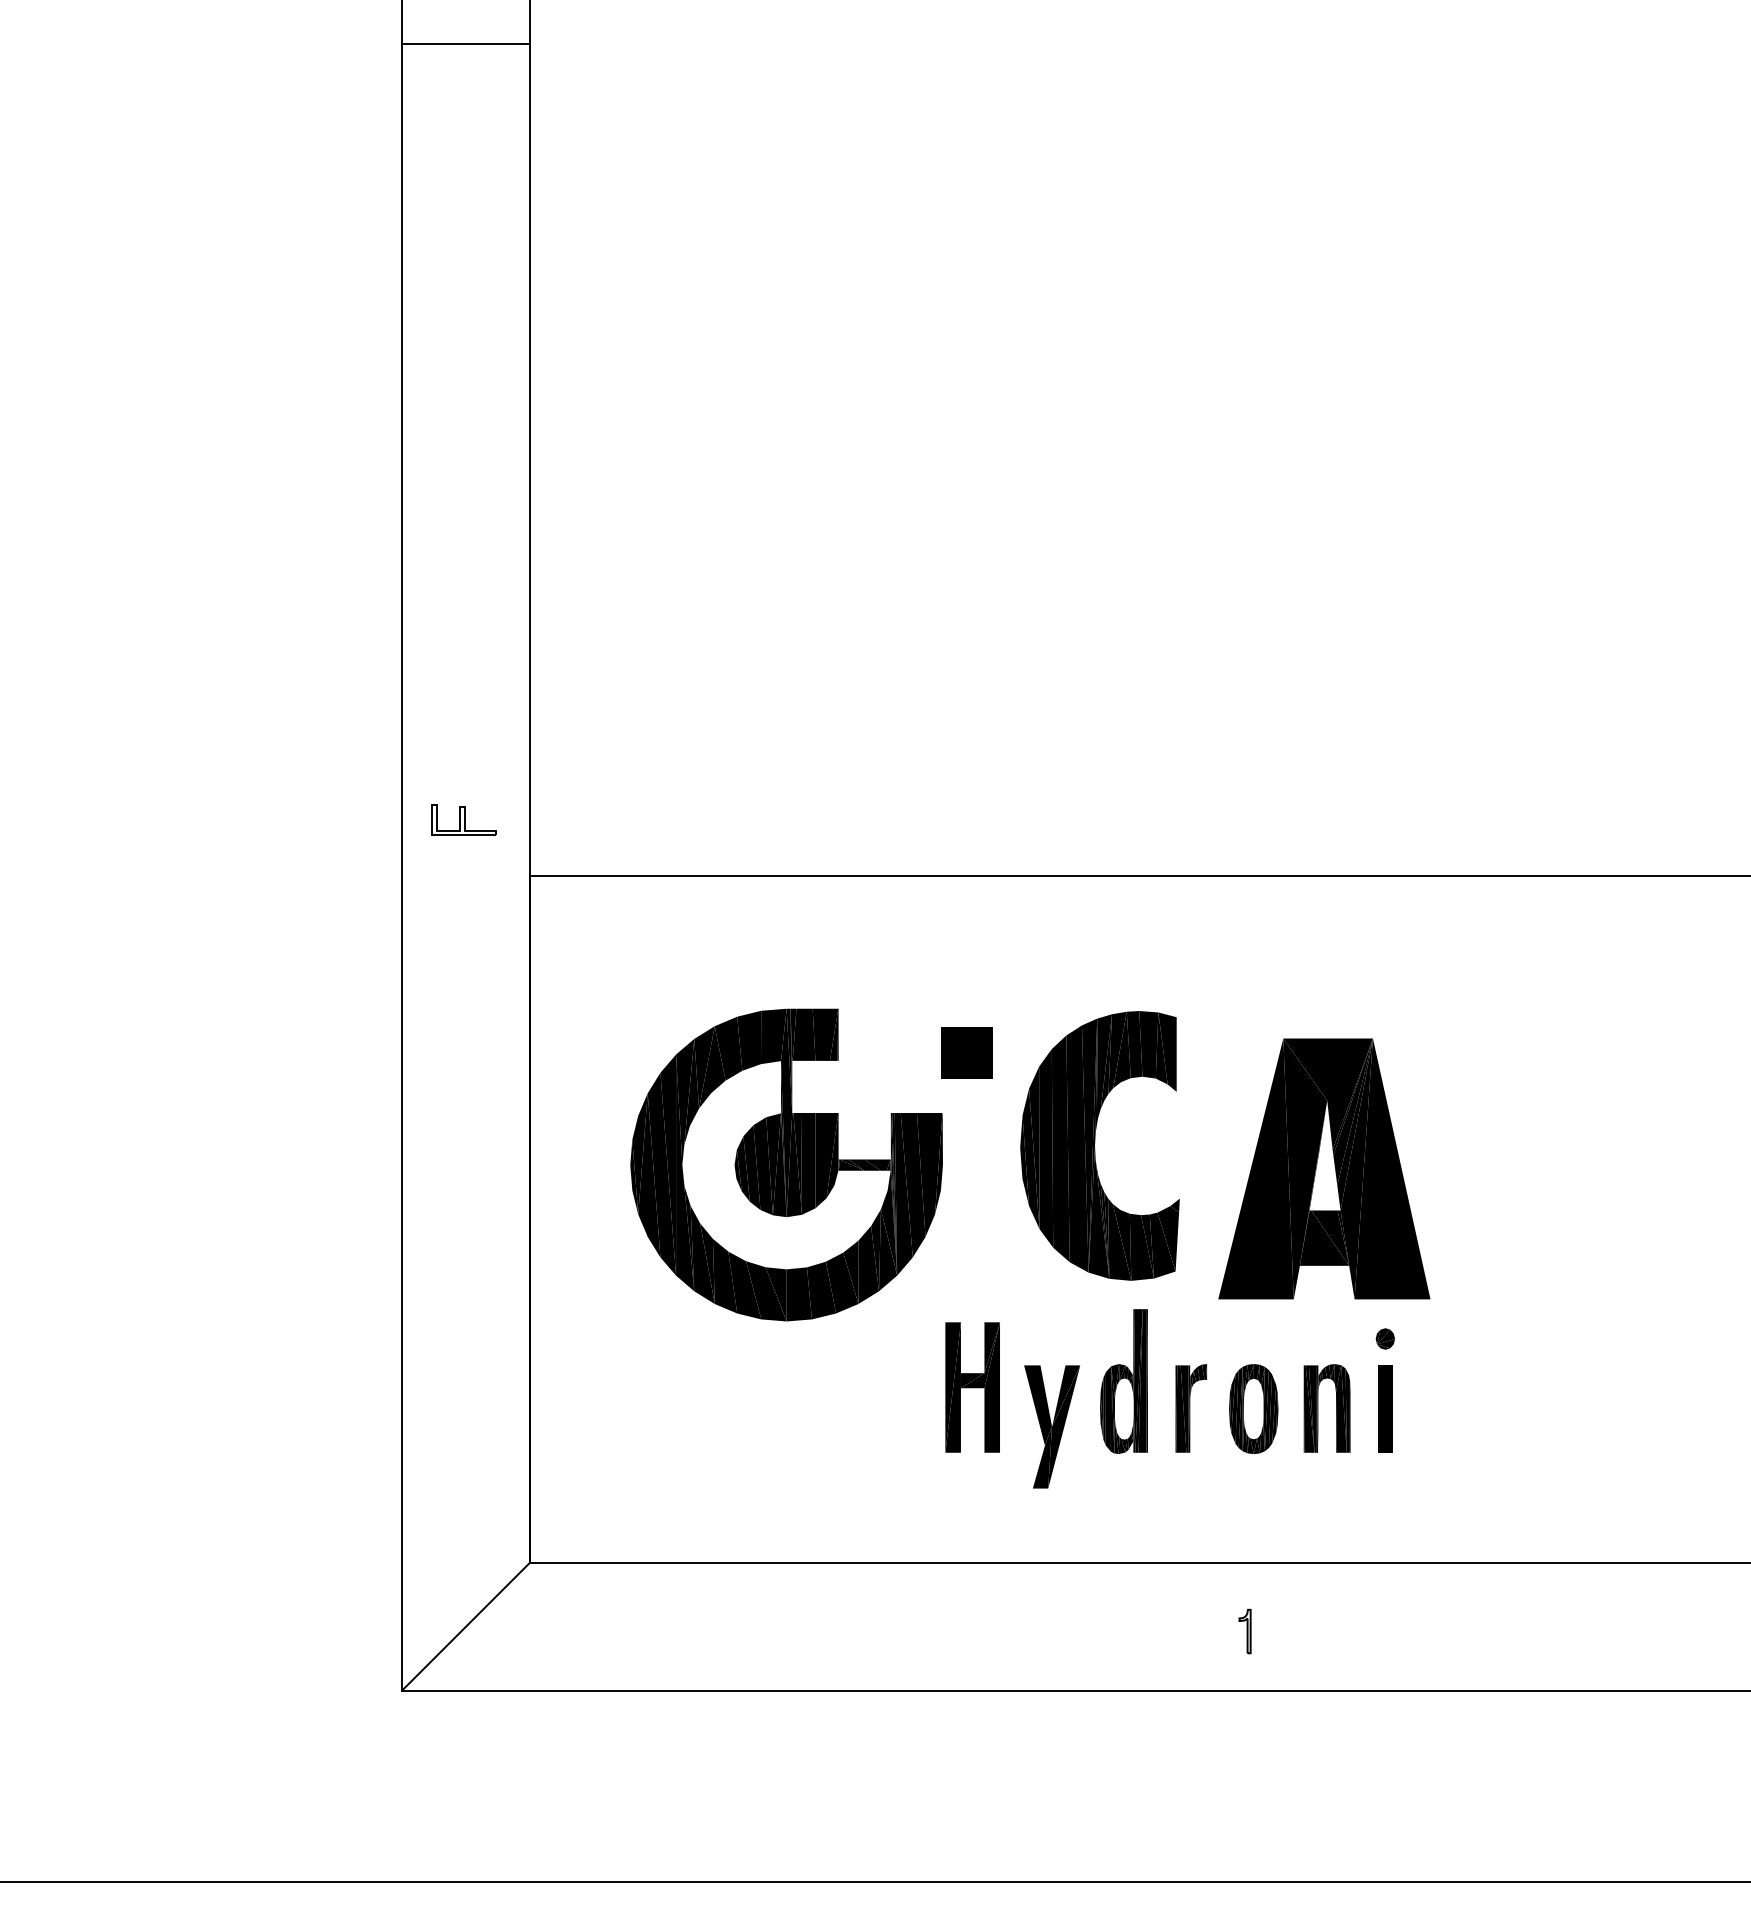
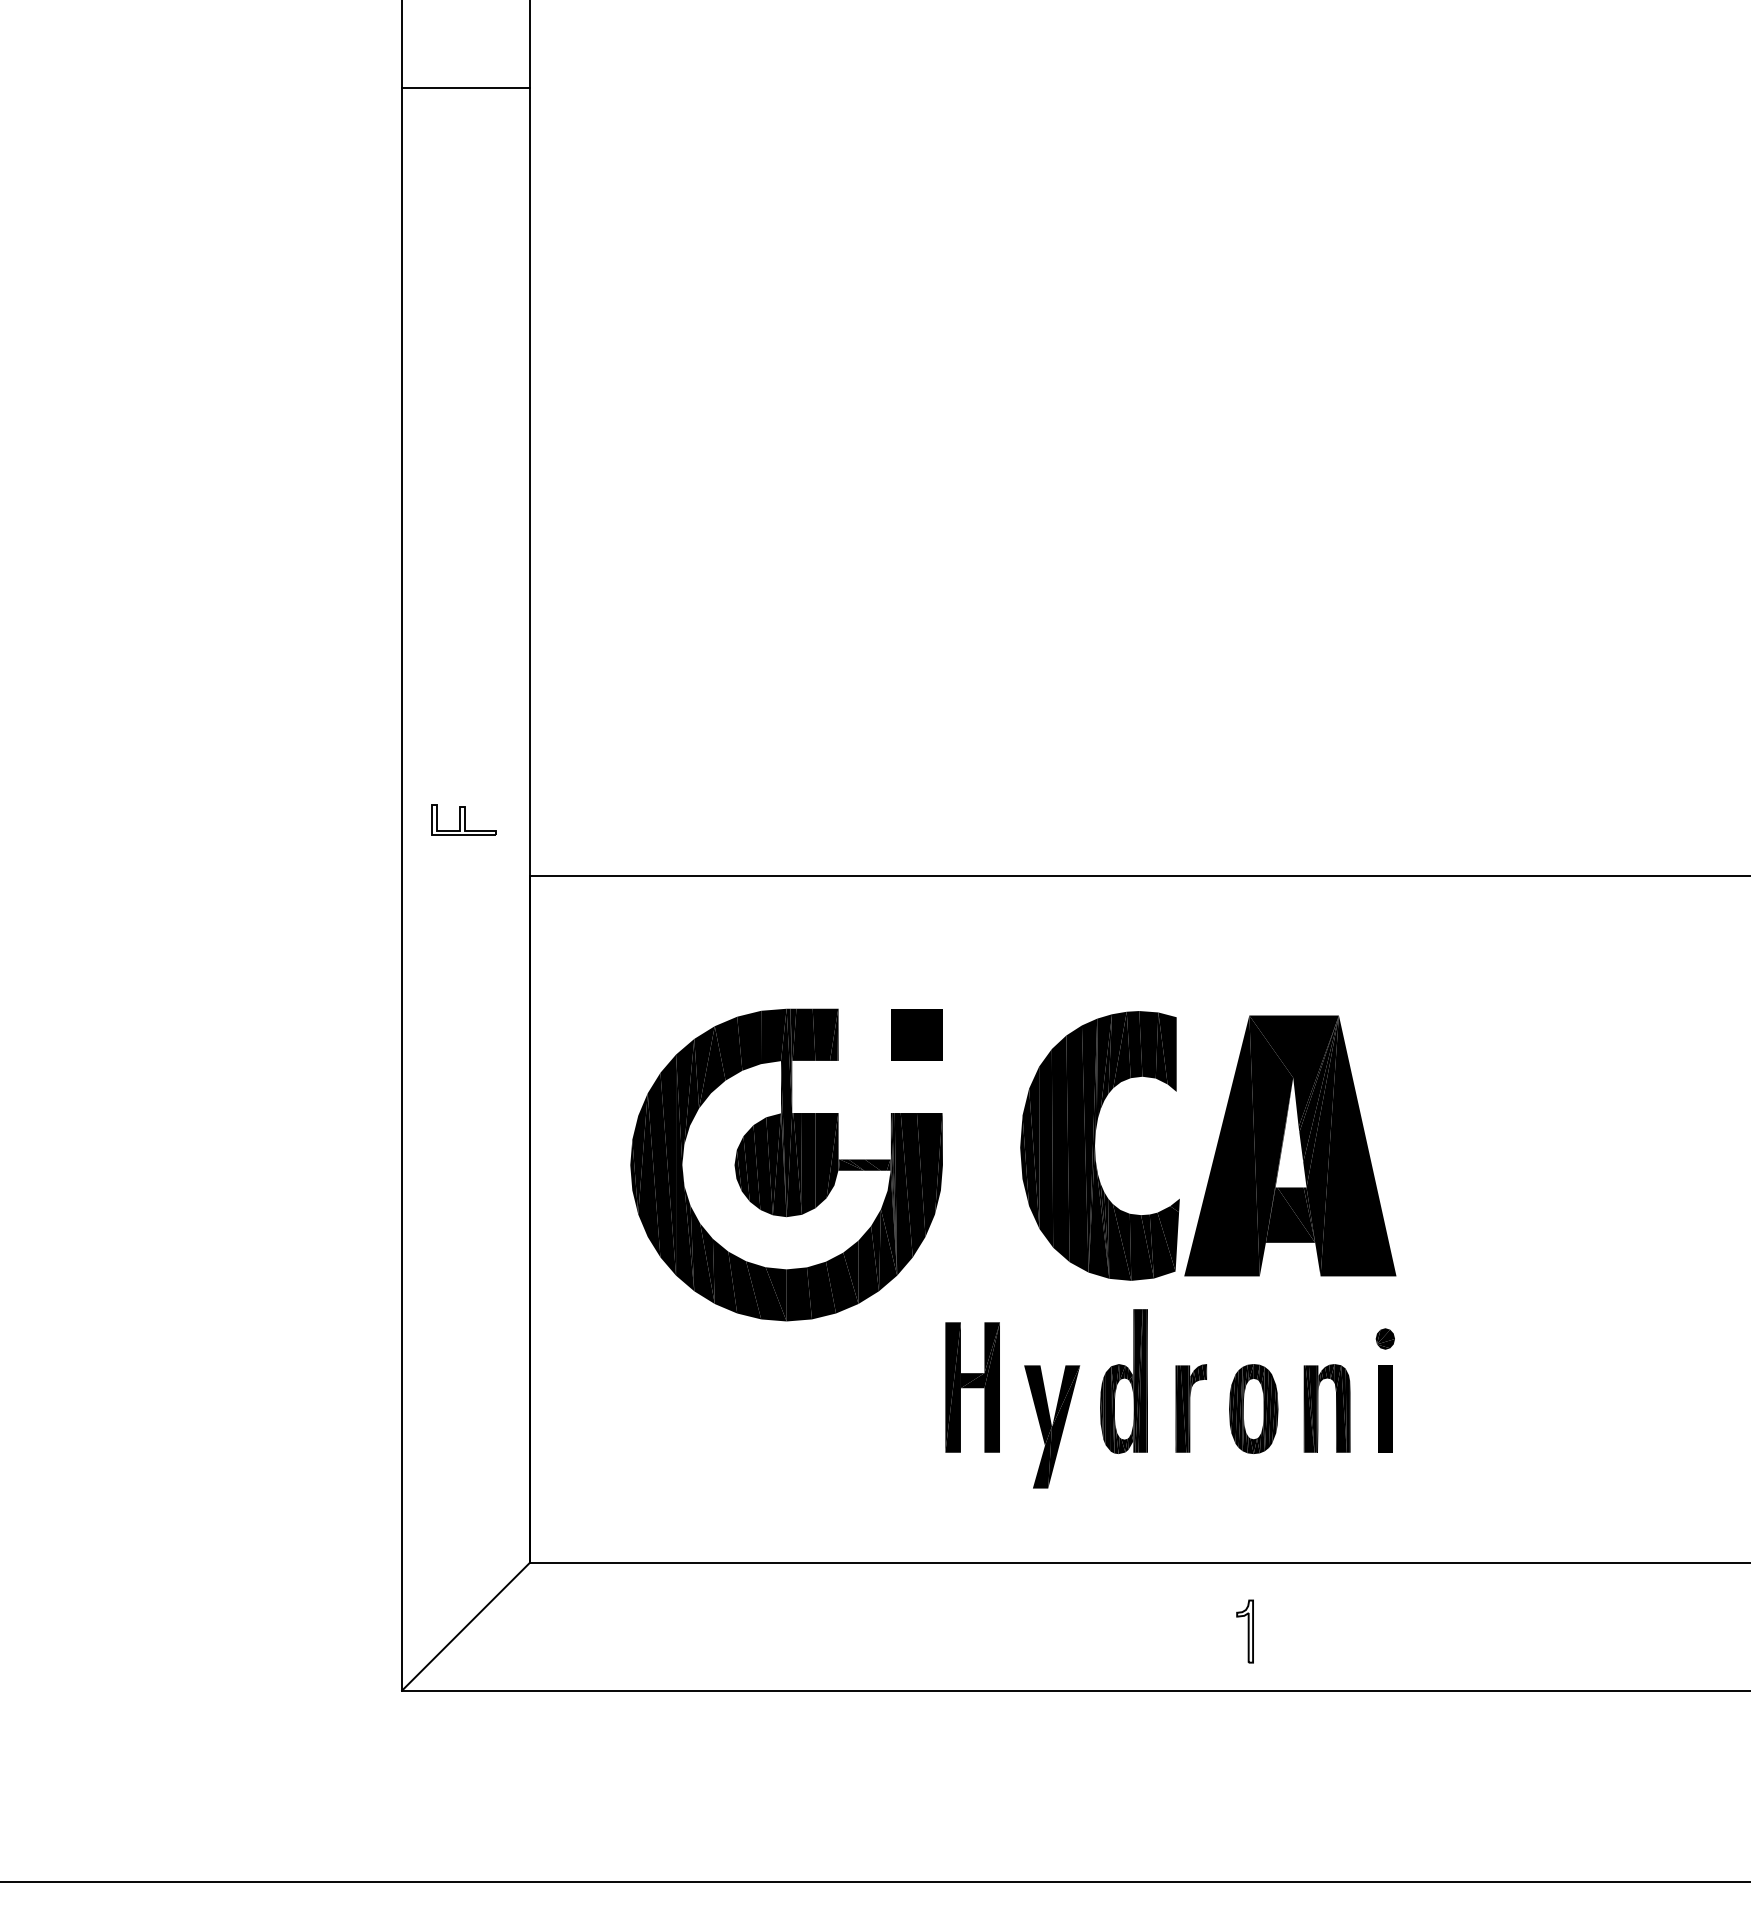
line at (465, 44) position: (465, 44) -> (465, 88)
part at (966, 1052) position: (966, 1052) -> (916, 1034)
part at (1324, 1168) position: (1324, 1168) -> (1290, 1145)
part at (1244, 1631) size: 14x47 px -> 18x65 px
